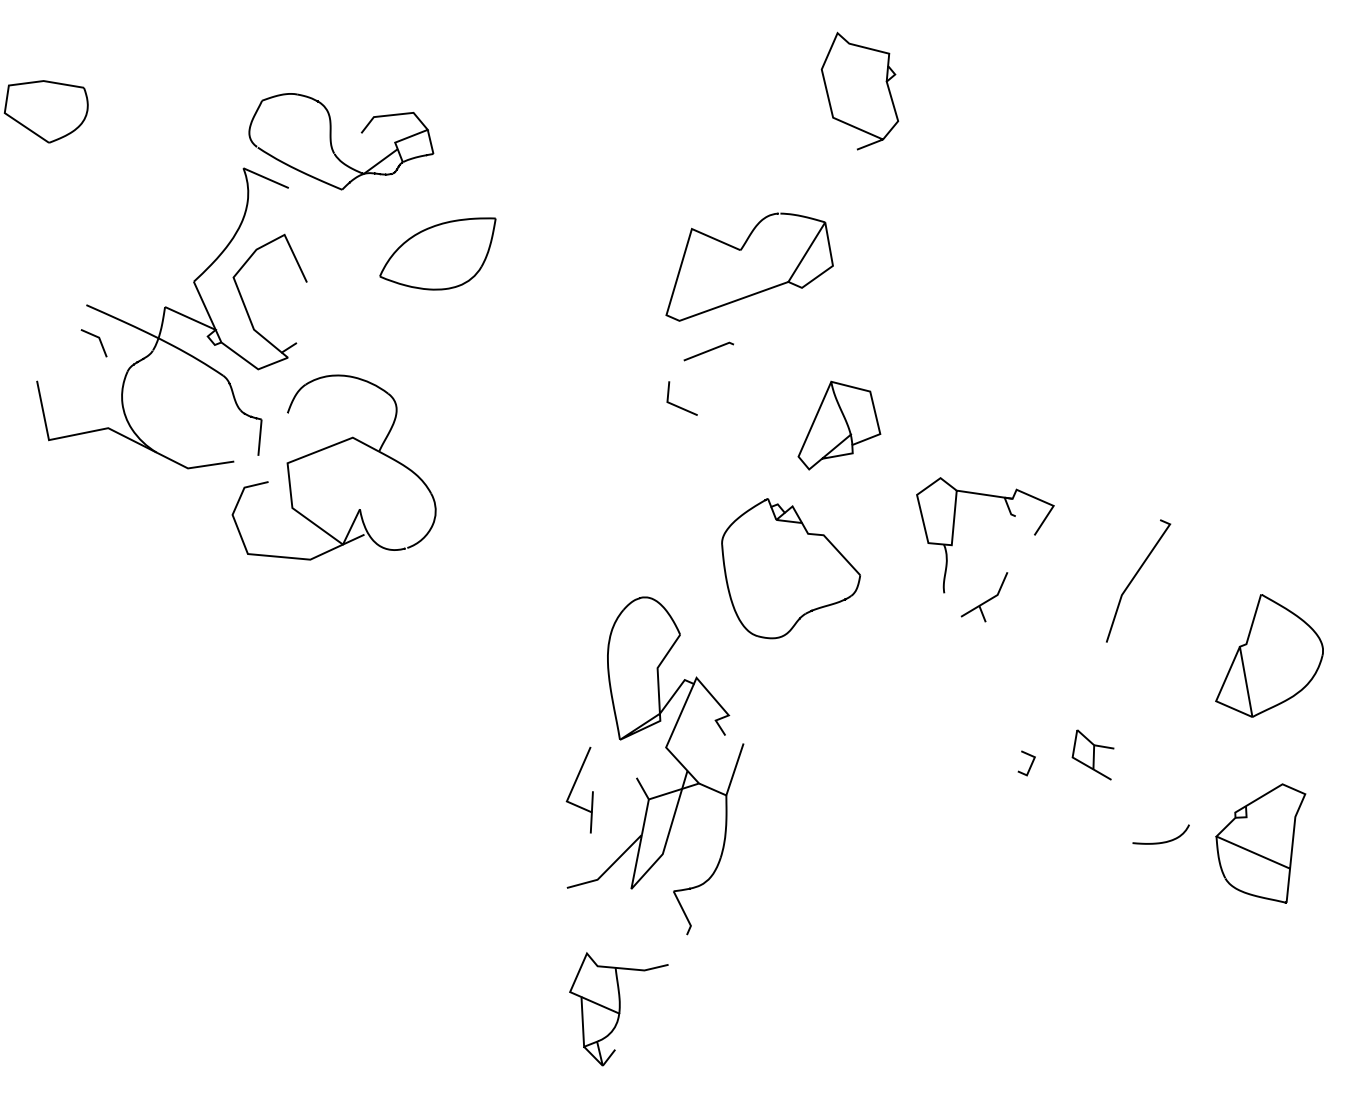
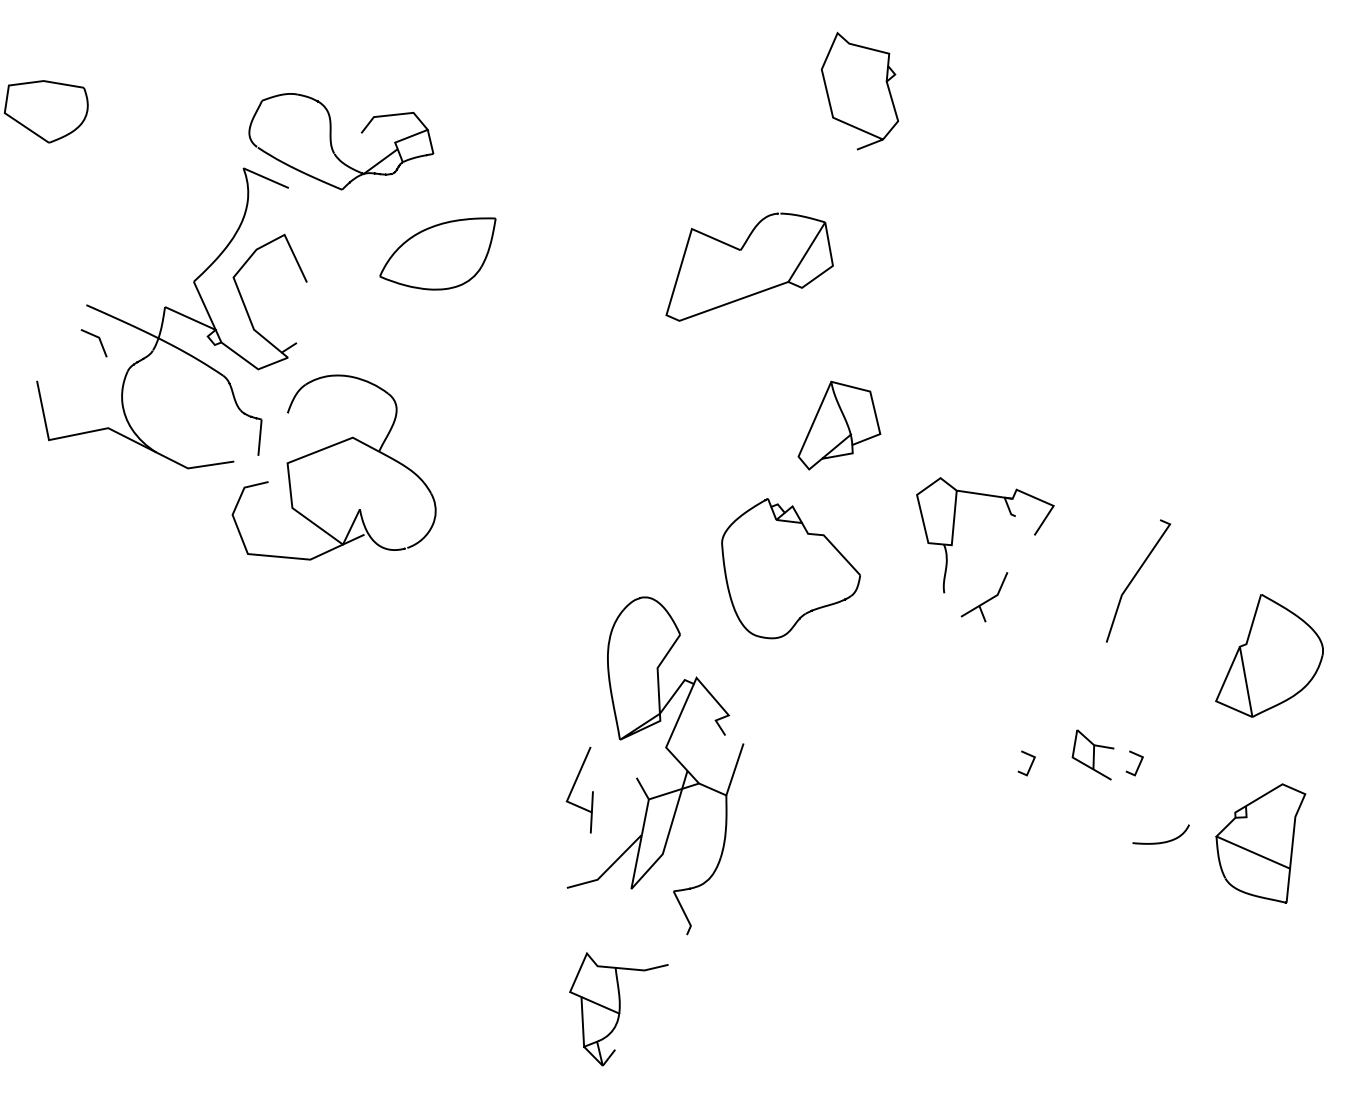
line at (708, 351): present -> none
line at (677, 405): present -> none
line at (1138, 764): none -> present
